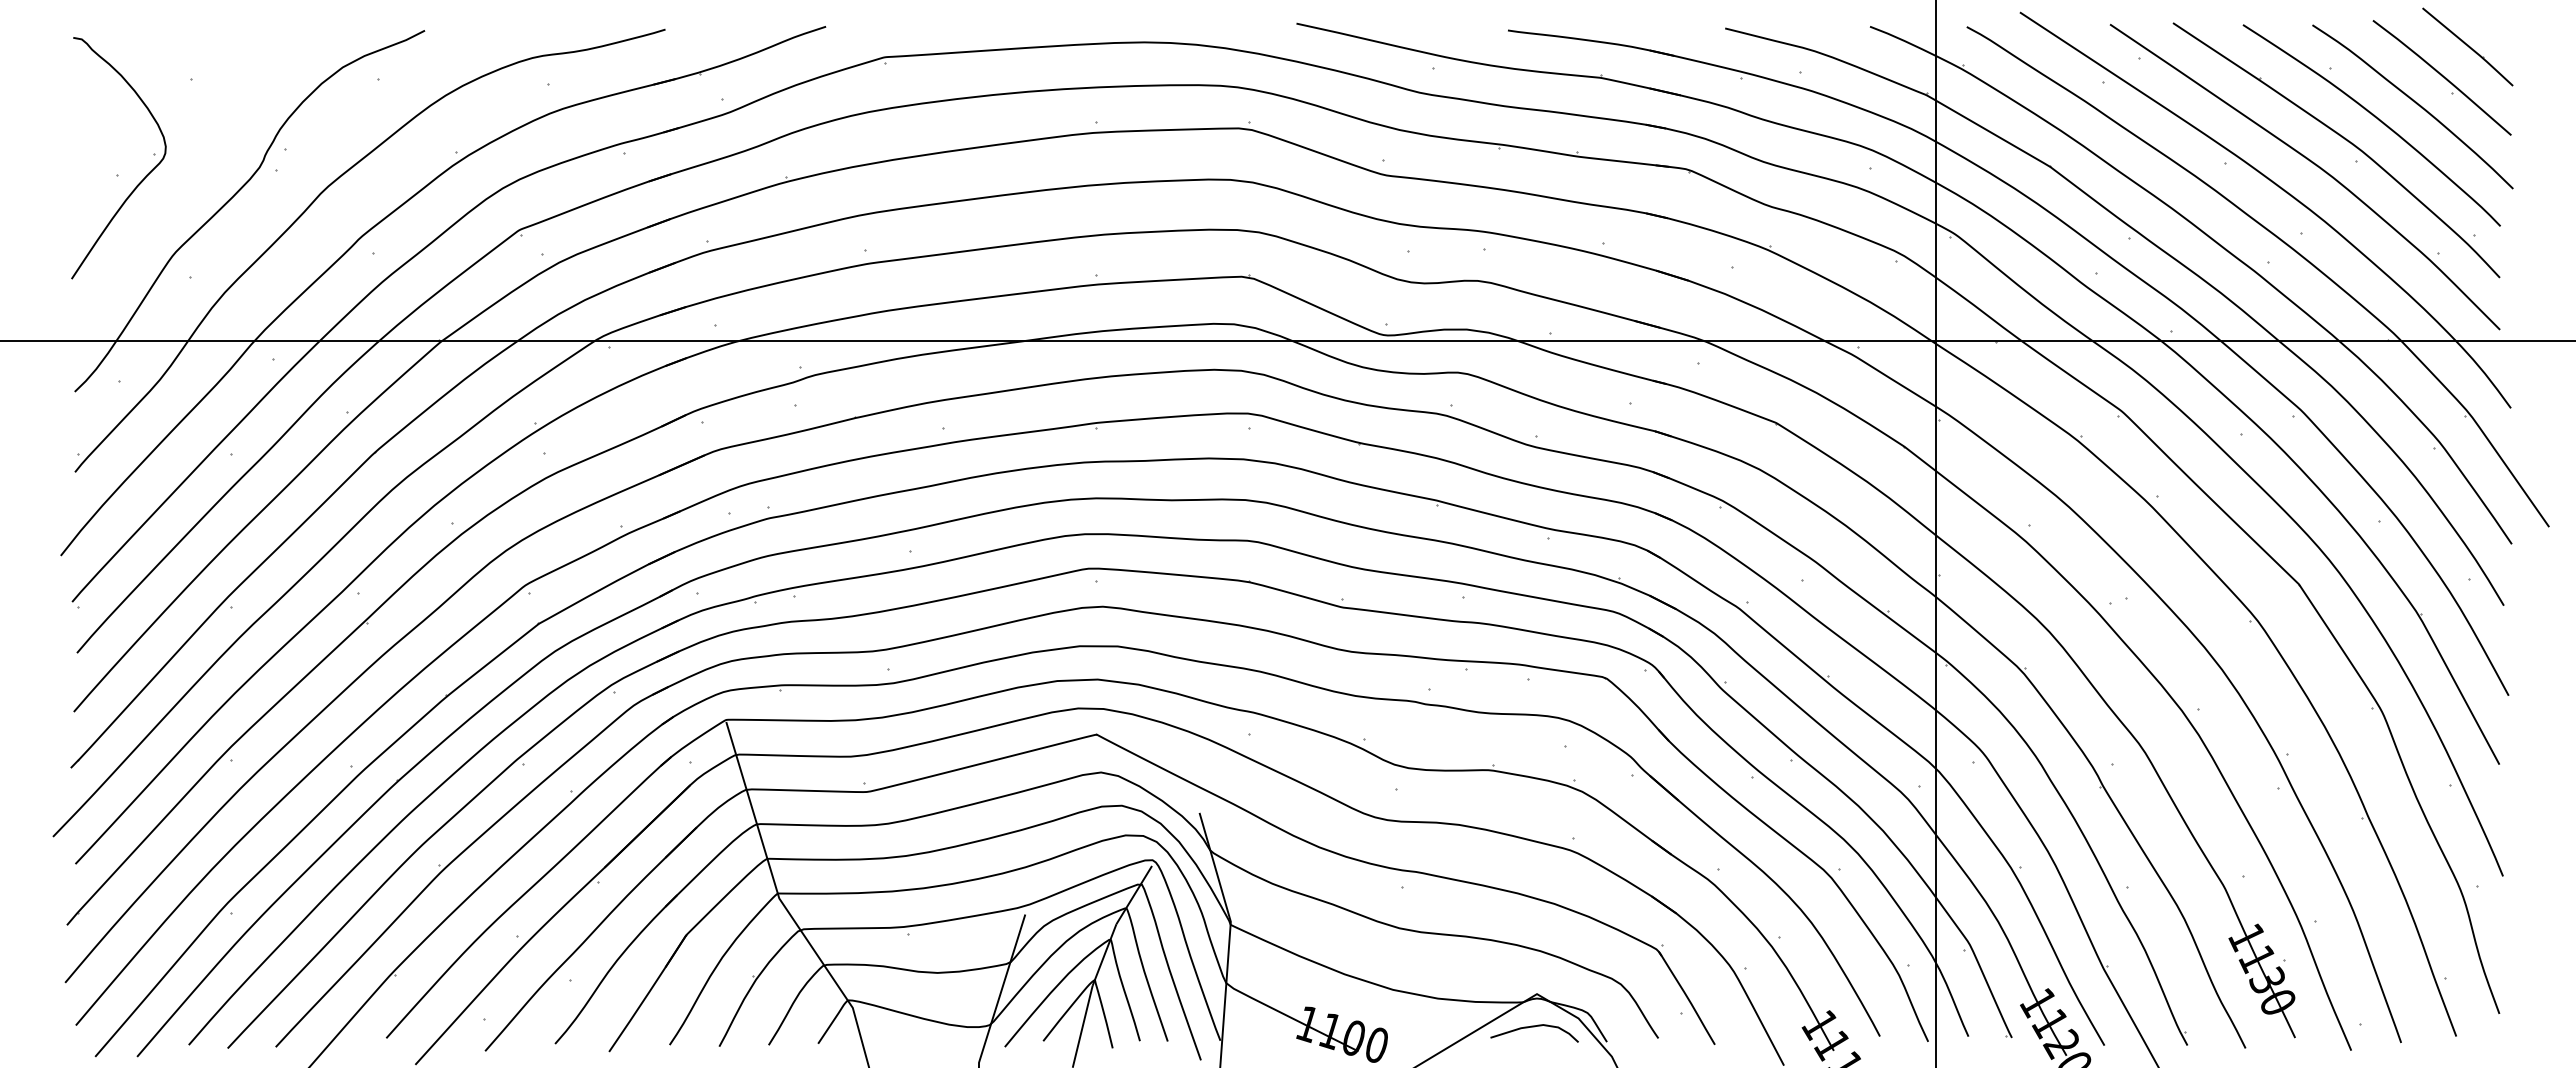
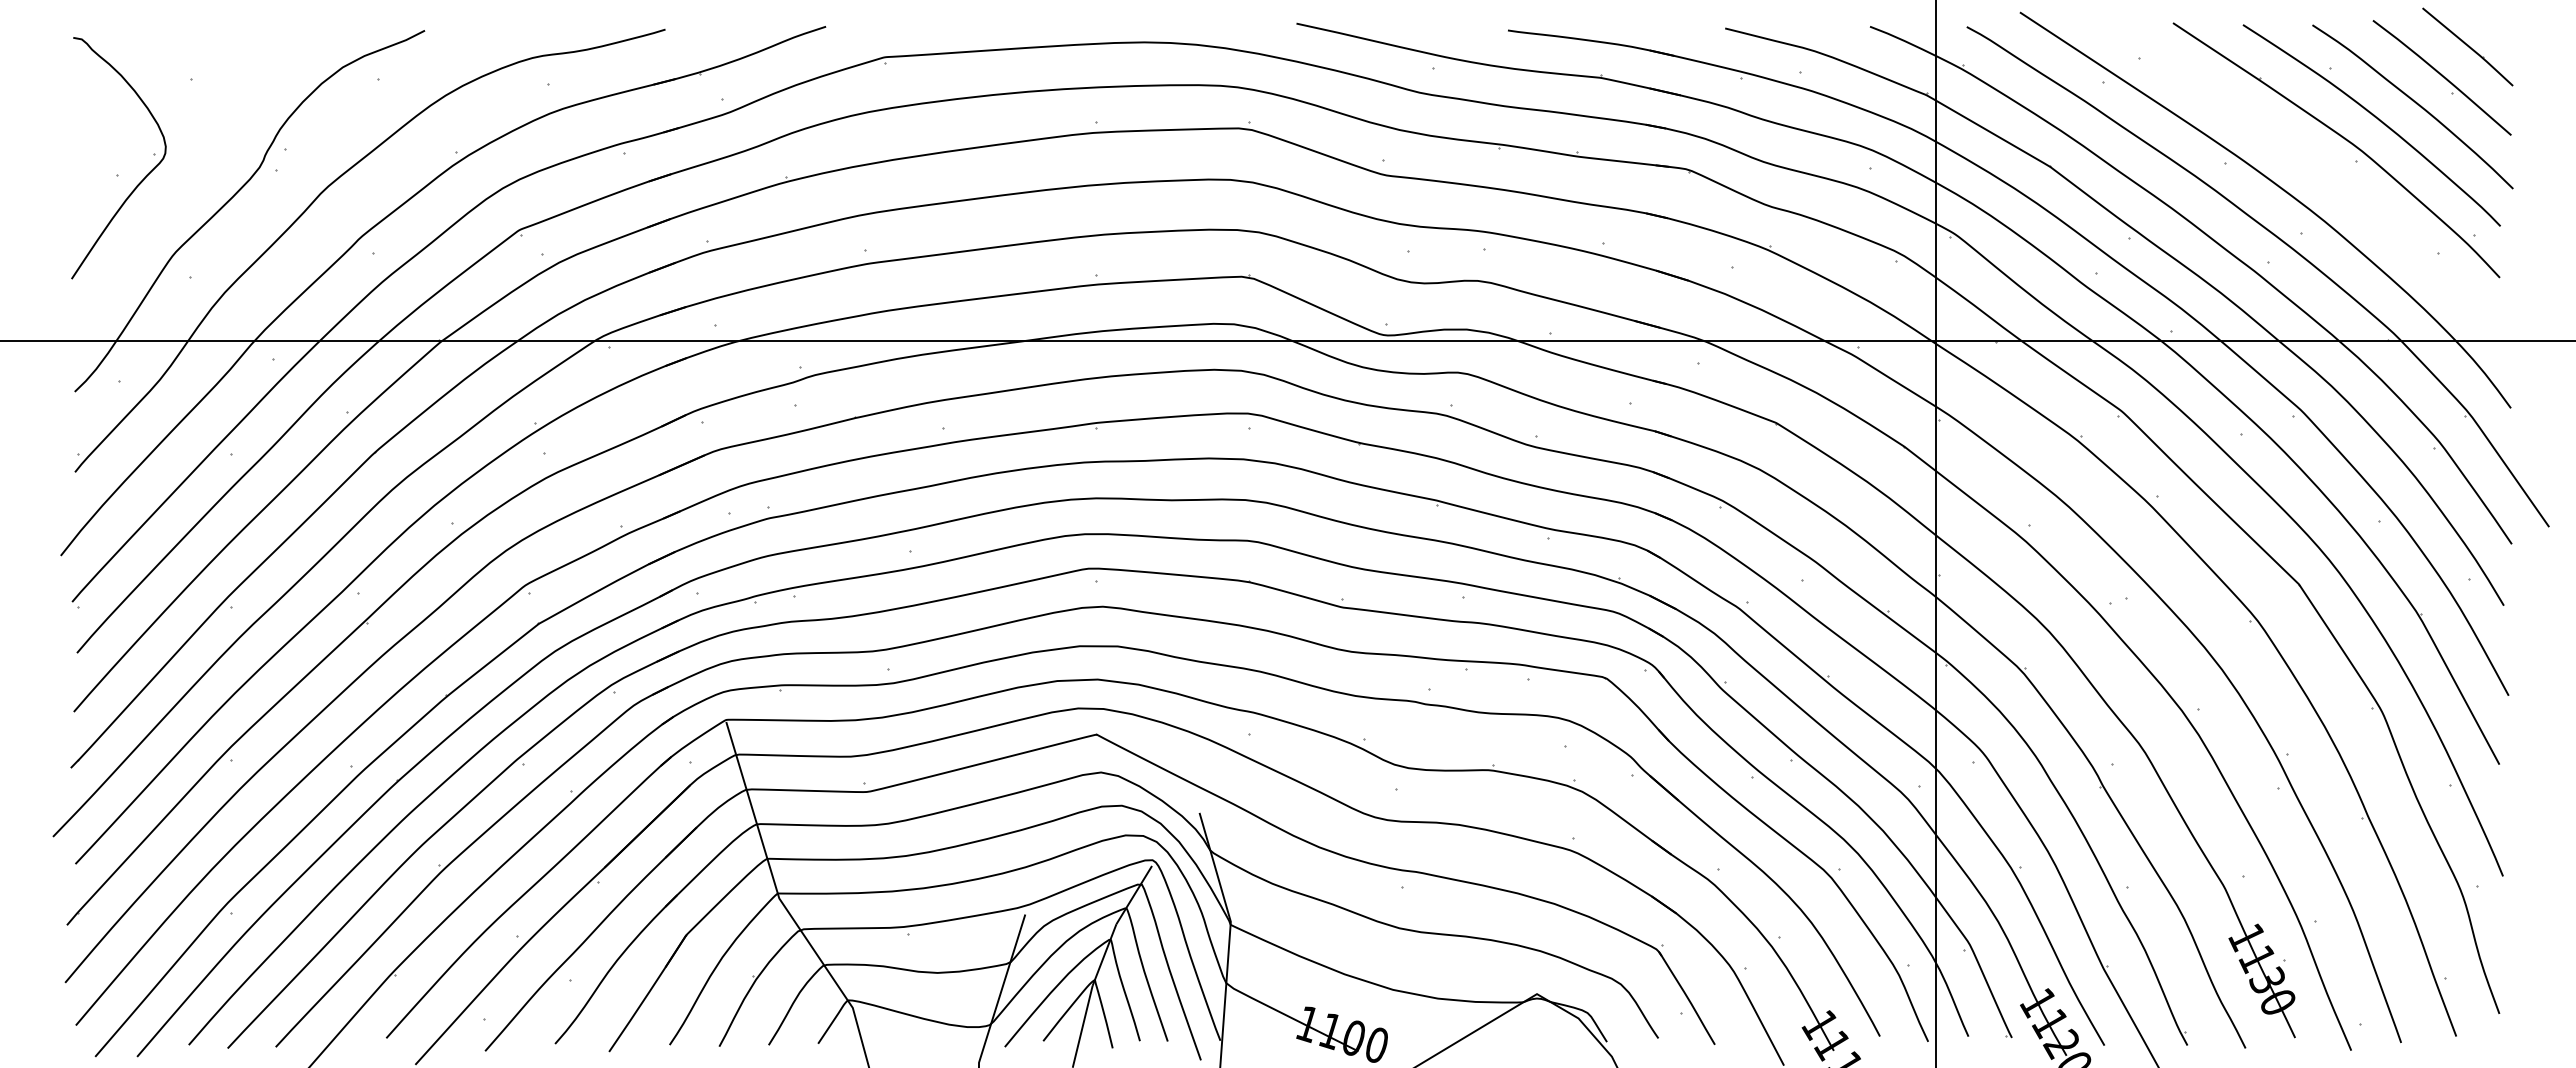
curve at (2313, 164): present -> none
curve at (1534, 1027): present -> none
